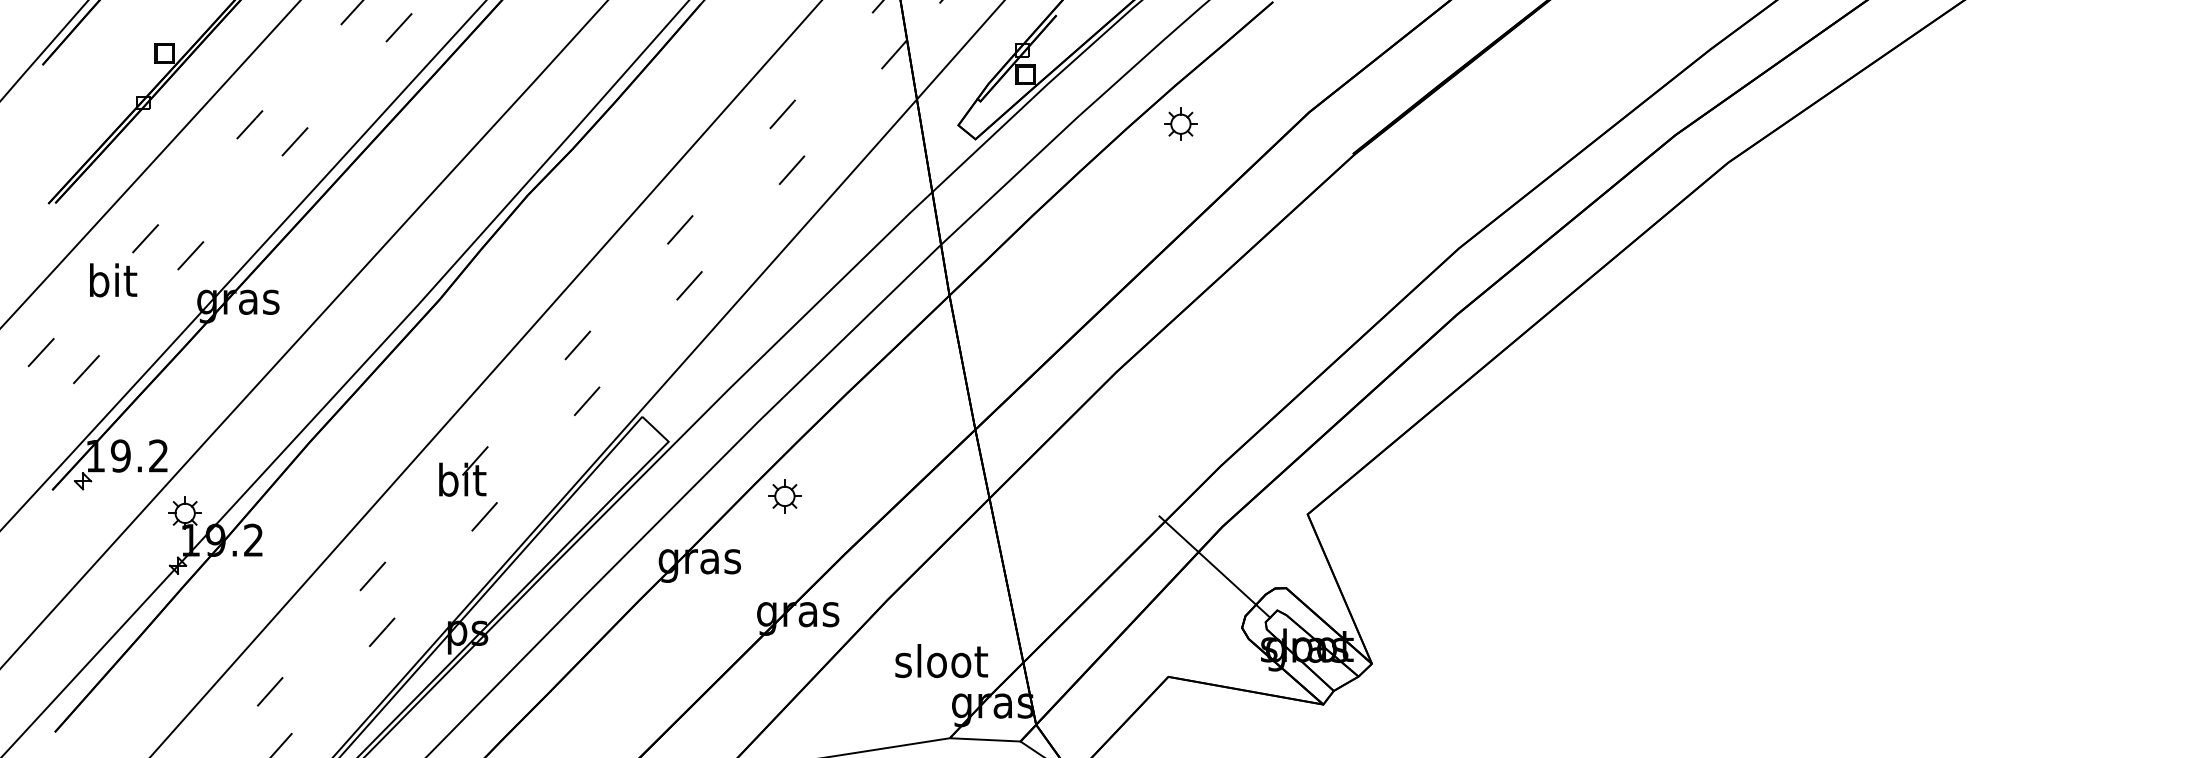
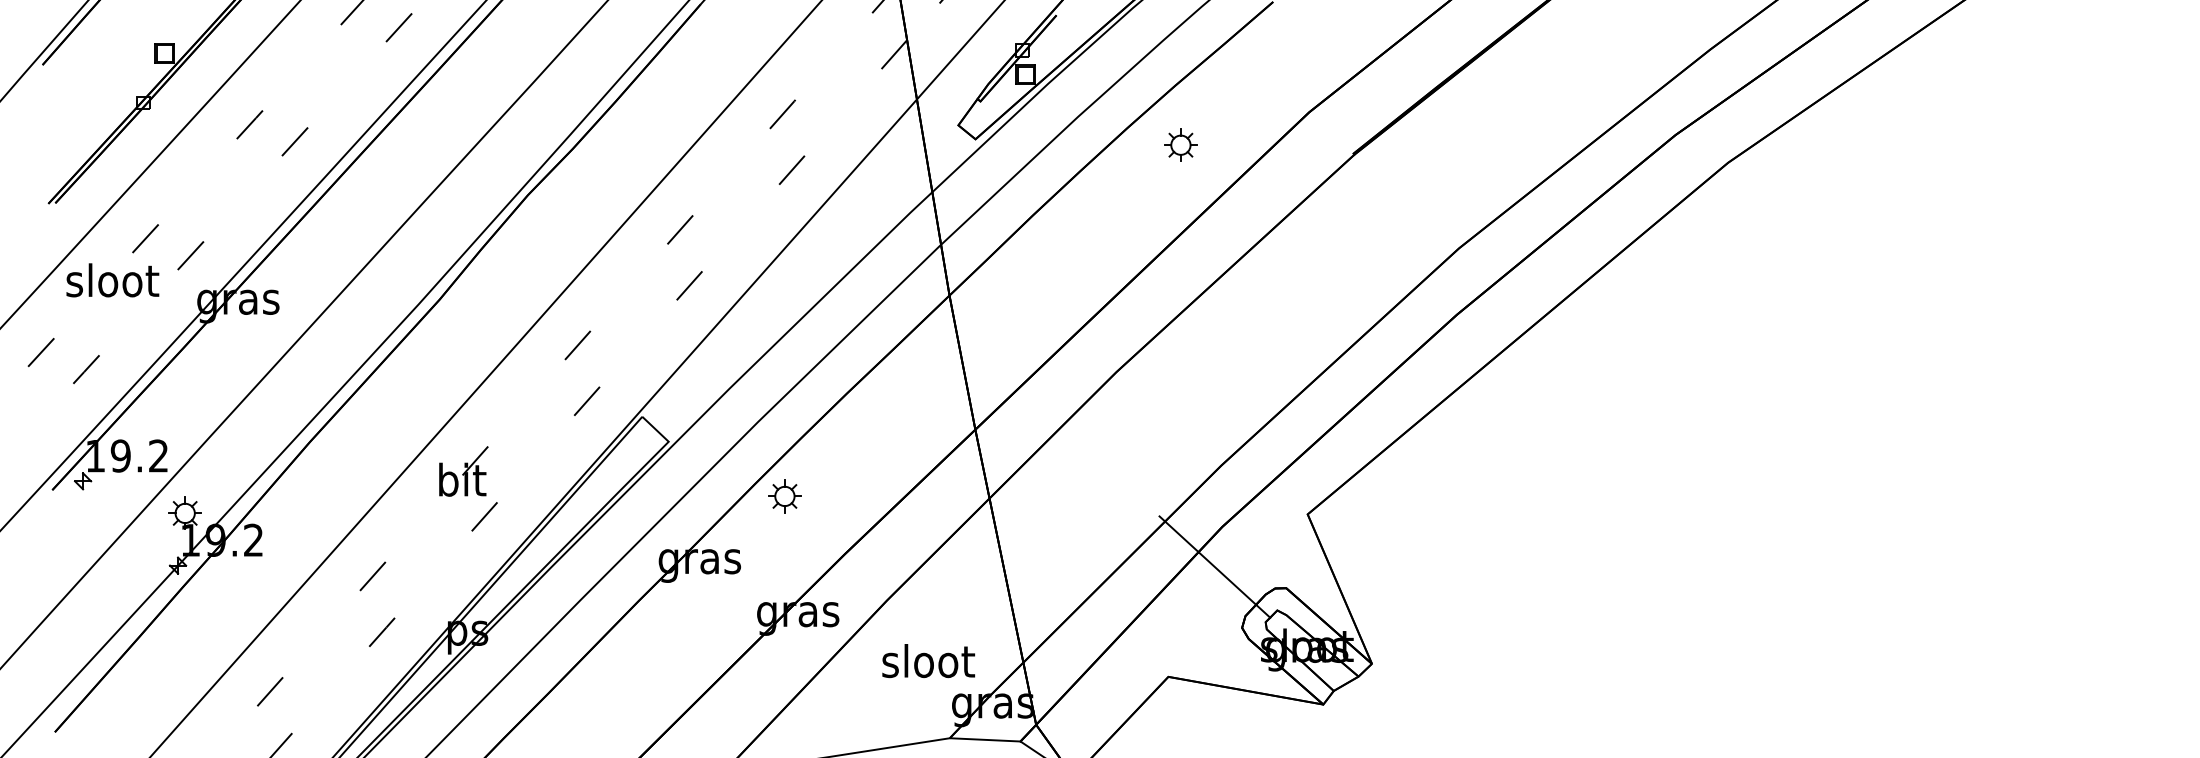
part at (1180, 123) position: (1180, 123) -> (1180, 144)
text at (112, 280): bit -> sloot
text at (941, 661) position: (941, 661) -> (928, 661)
